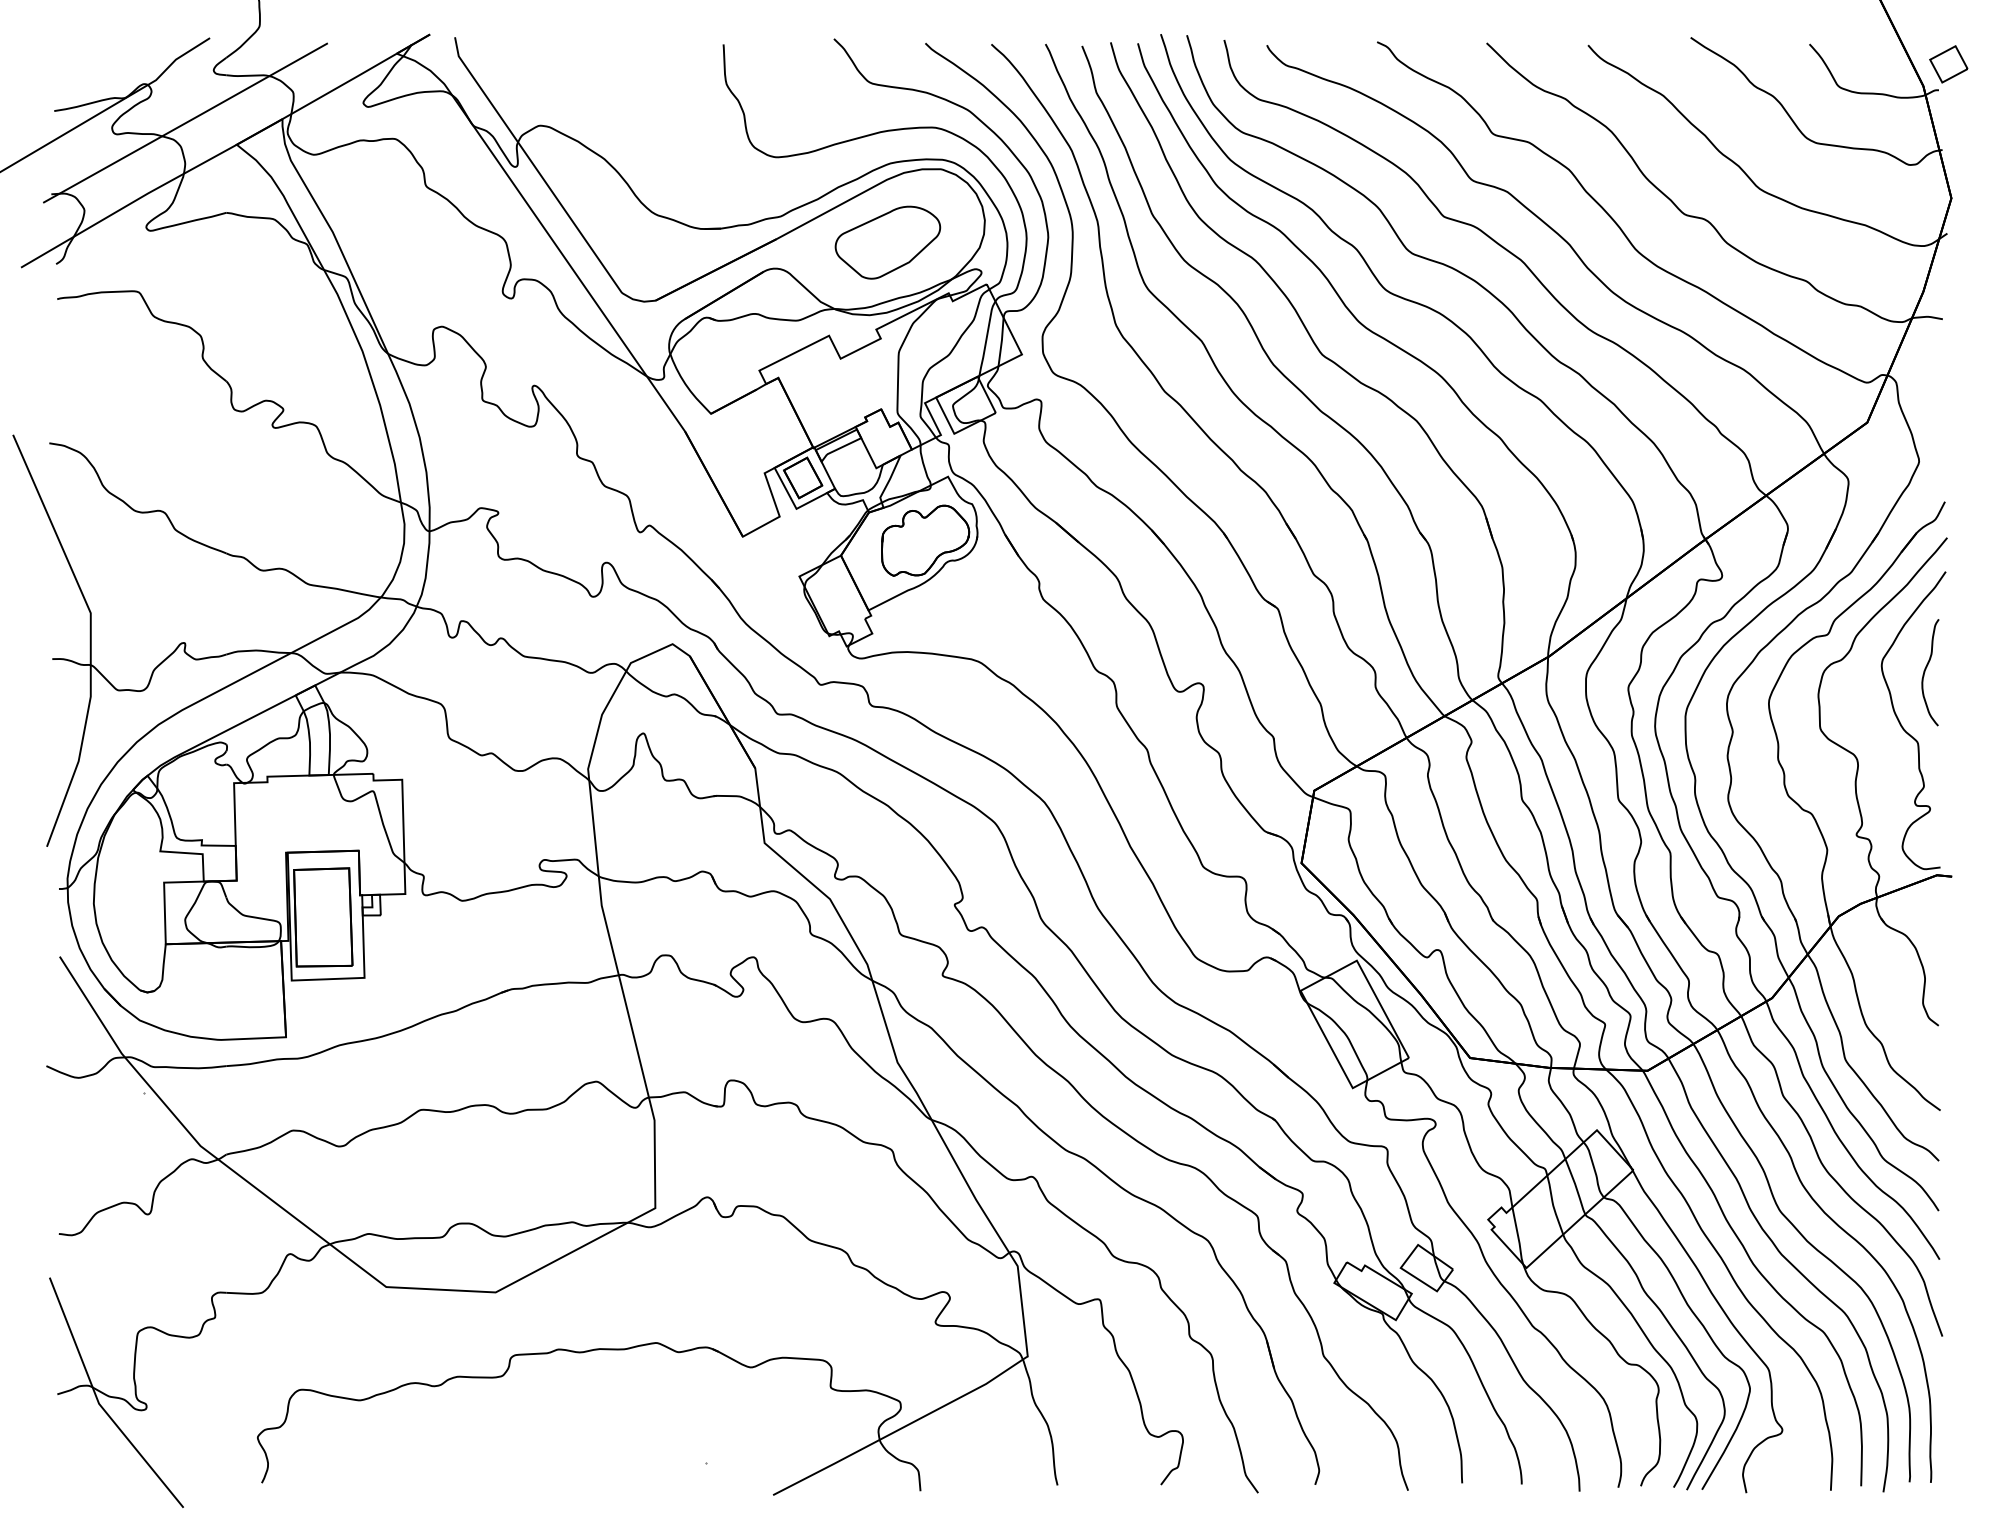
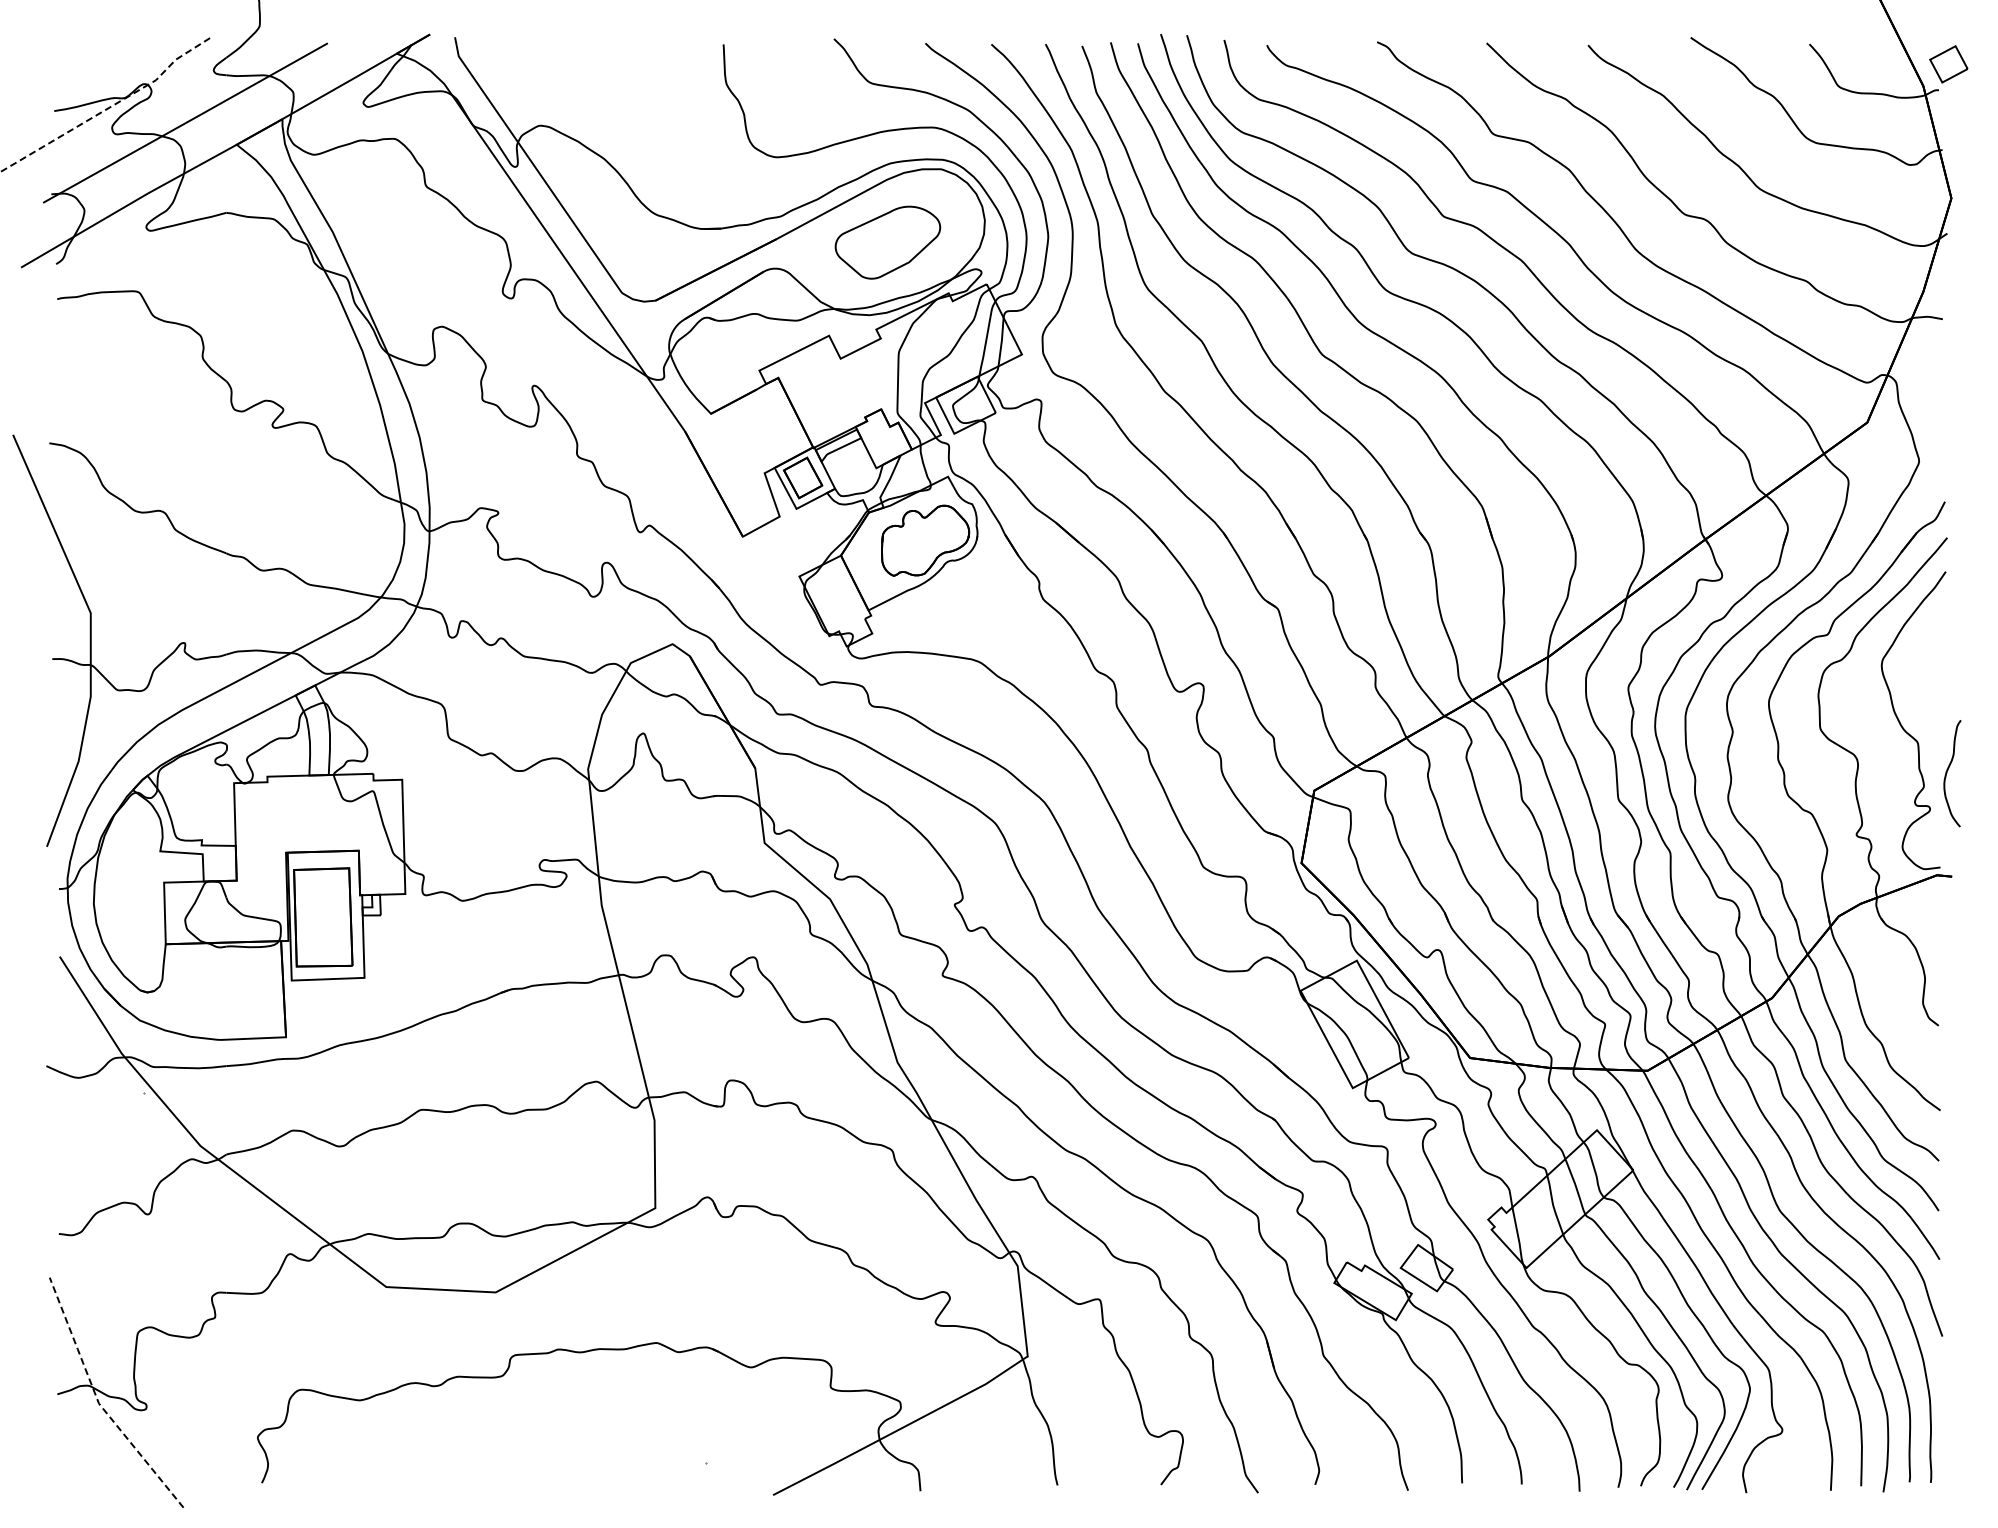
line at (108, 108): solid -> dashed
curve at (1926, 669) position: (1926, 669) -> (1948, 770)
line at (98, 1402): solid -> dashed
